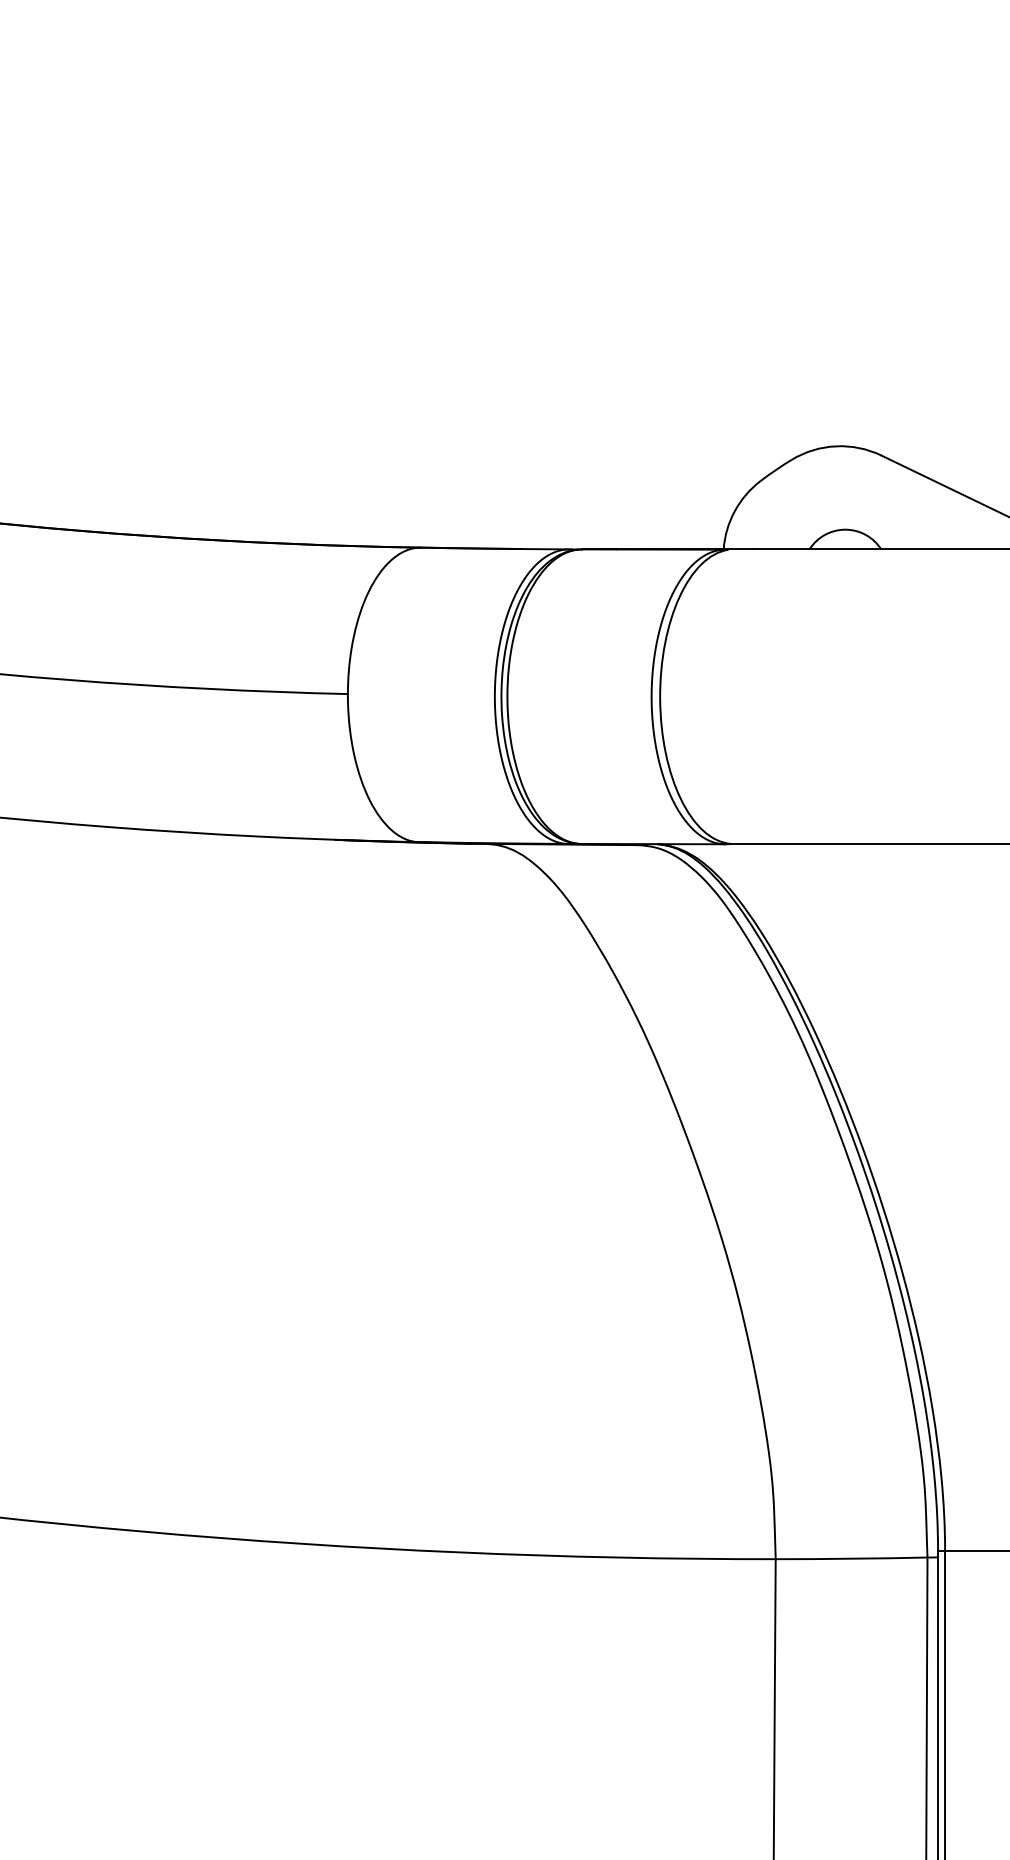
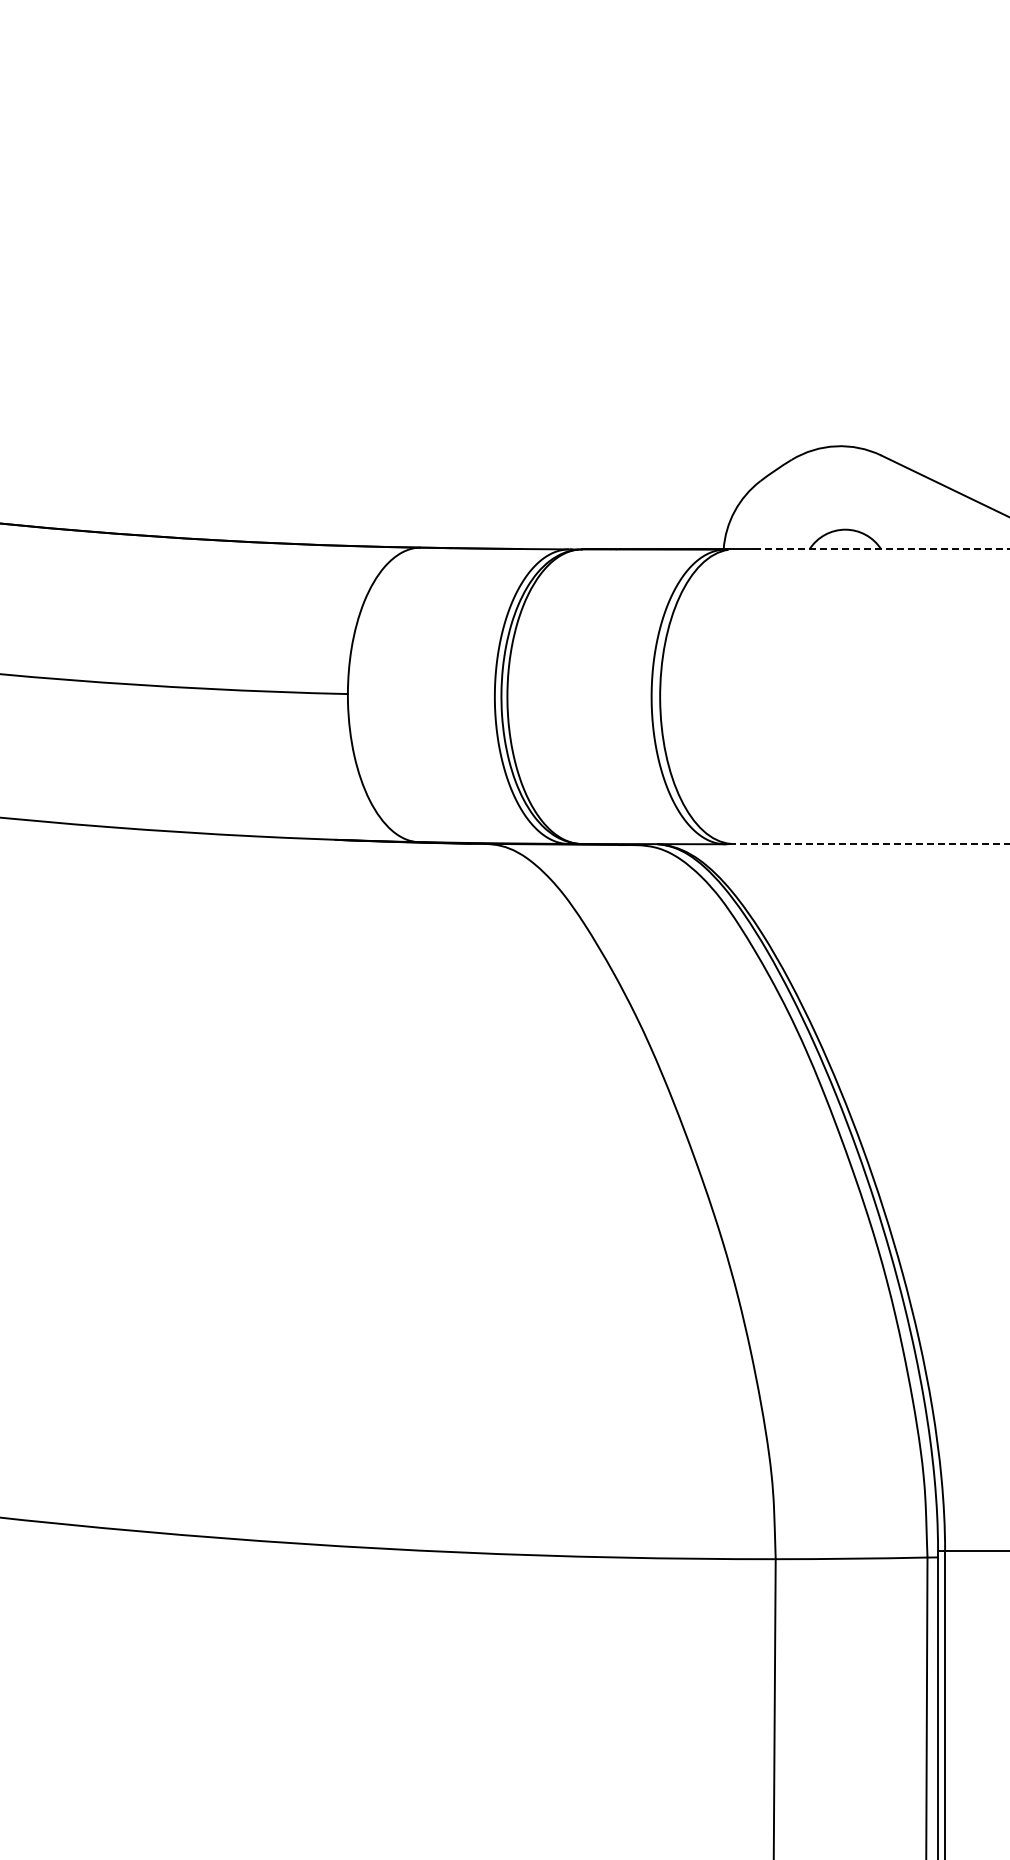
line at (882, 549): solid -> dashed
line at (869, 844): solid -> dashed
